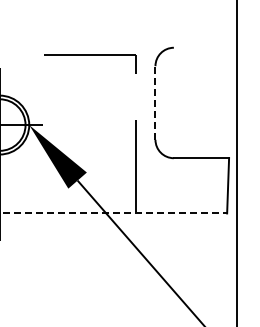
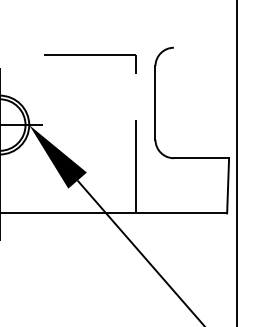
line at (155, 102): dashed -> solid
line at (114, 213): dashed -> solid
